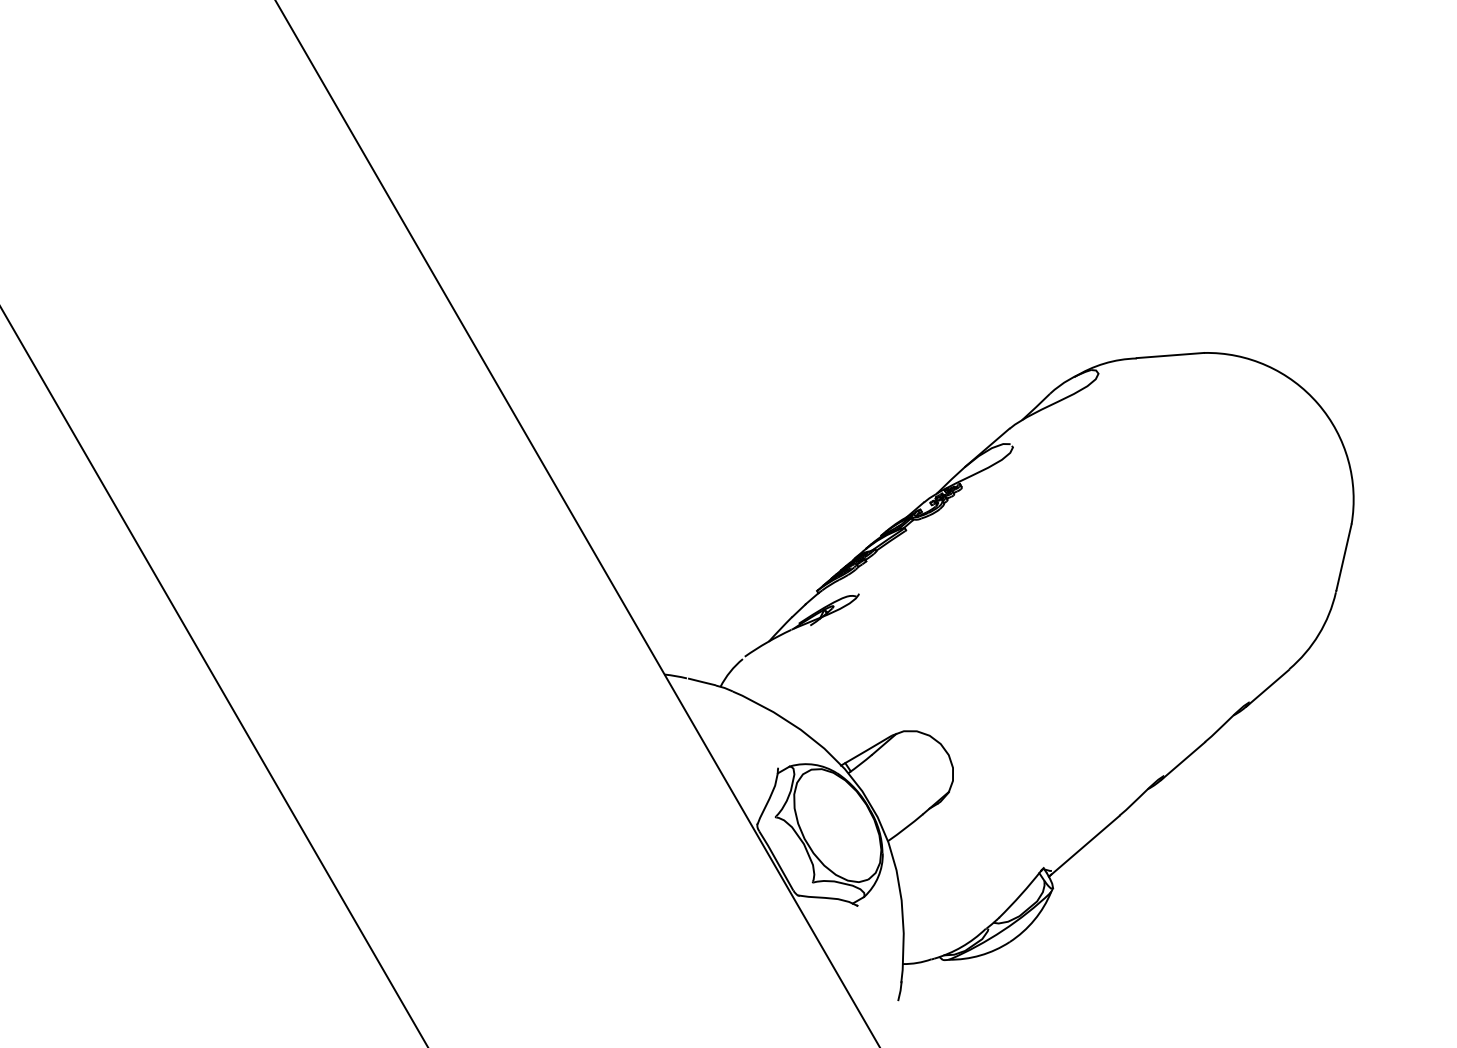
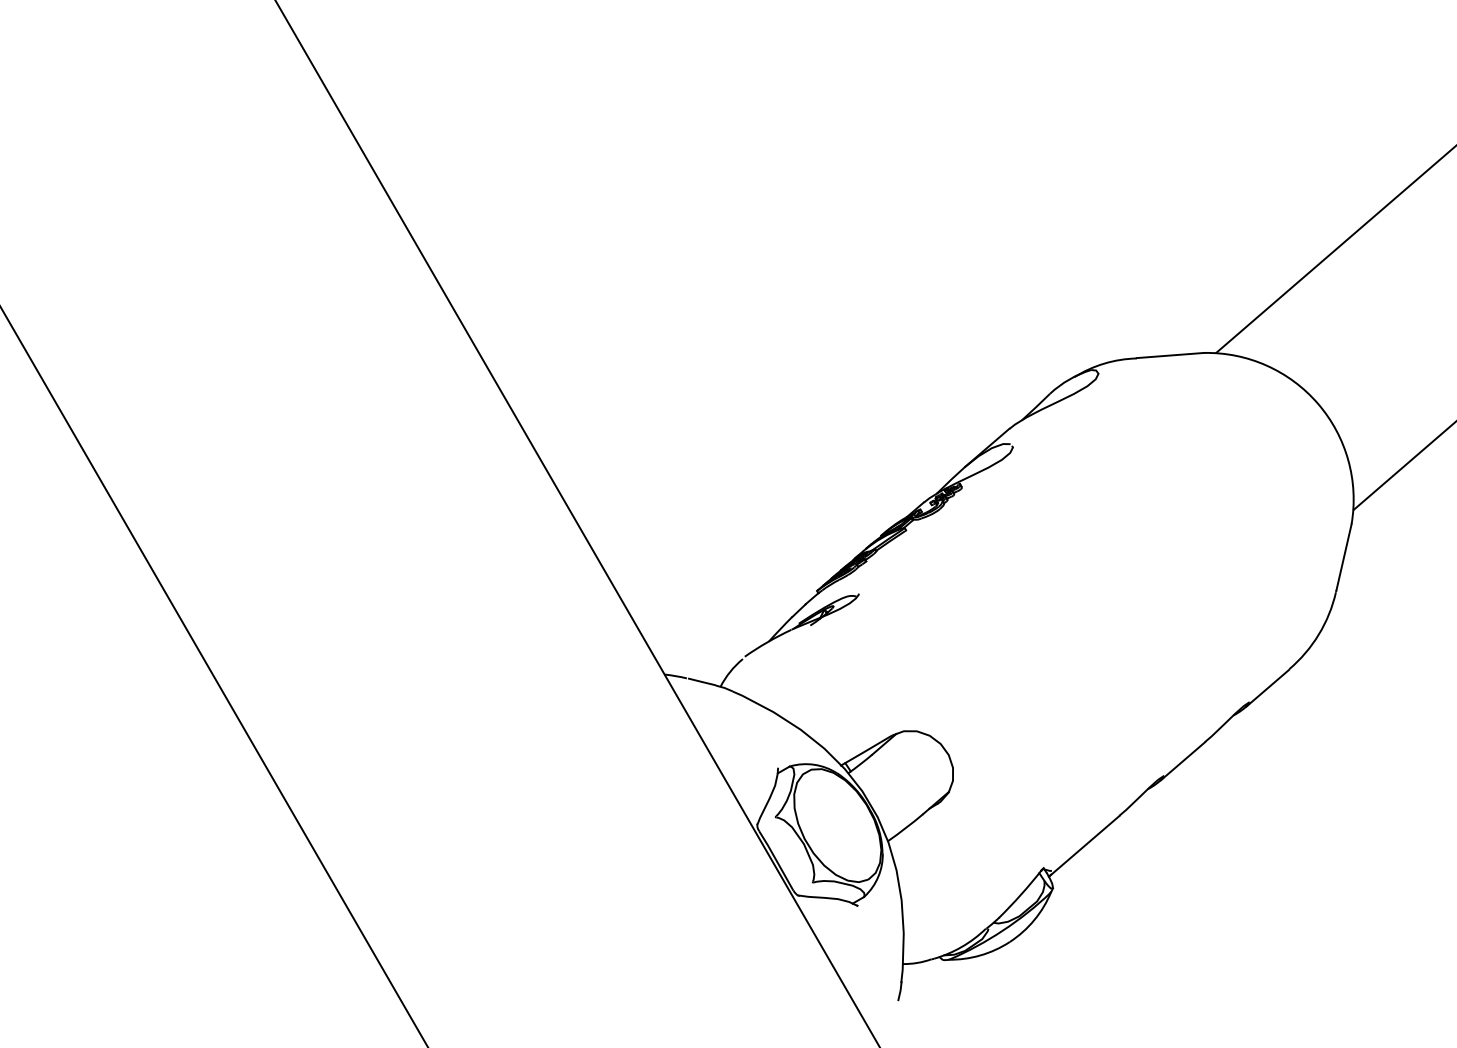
line at (1334, 250): none -> present
line at (1403, 466): none -> present
